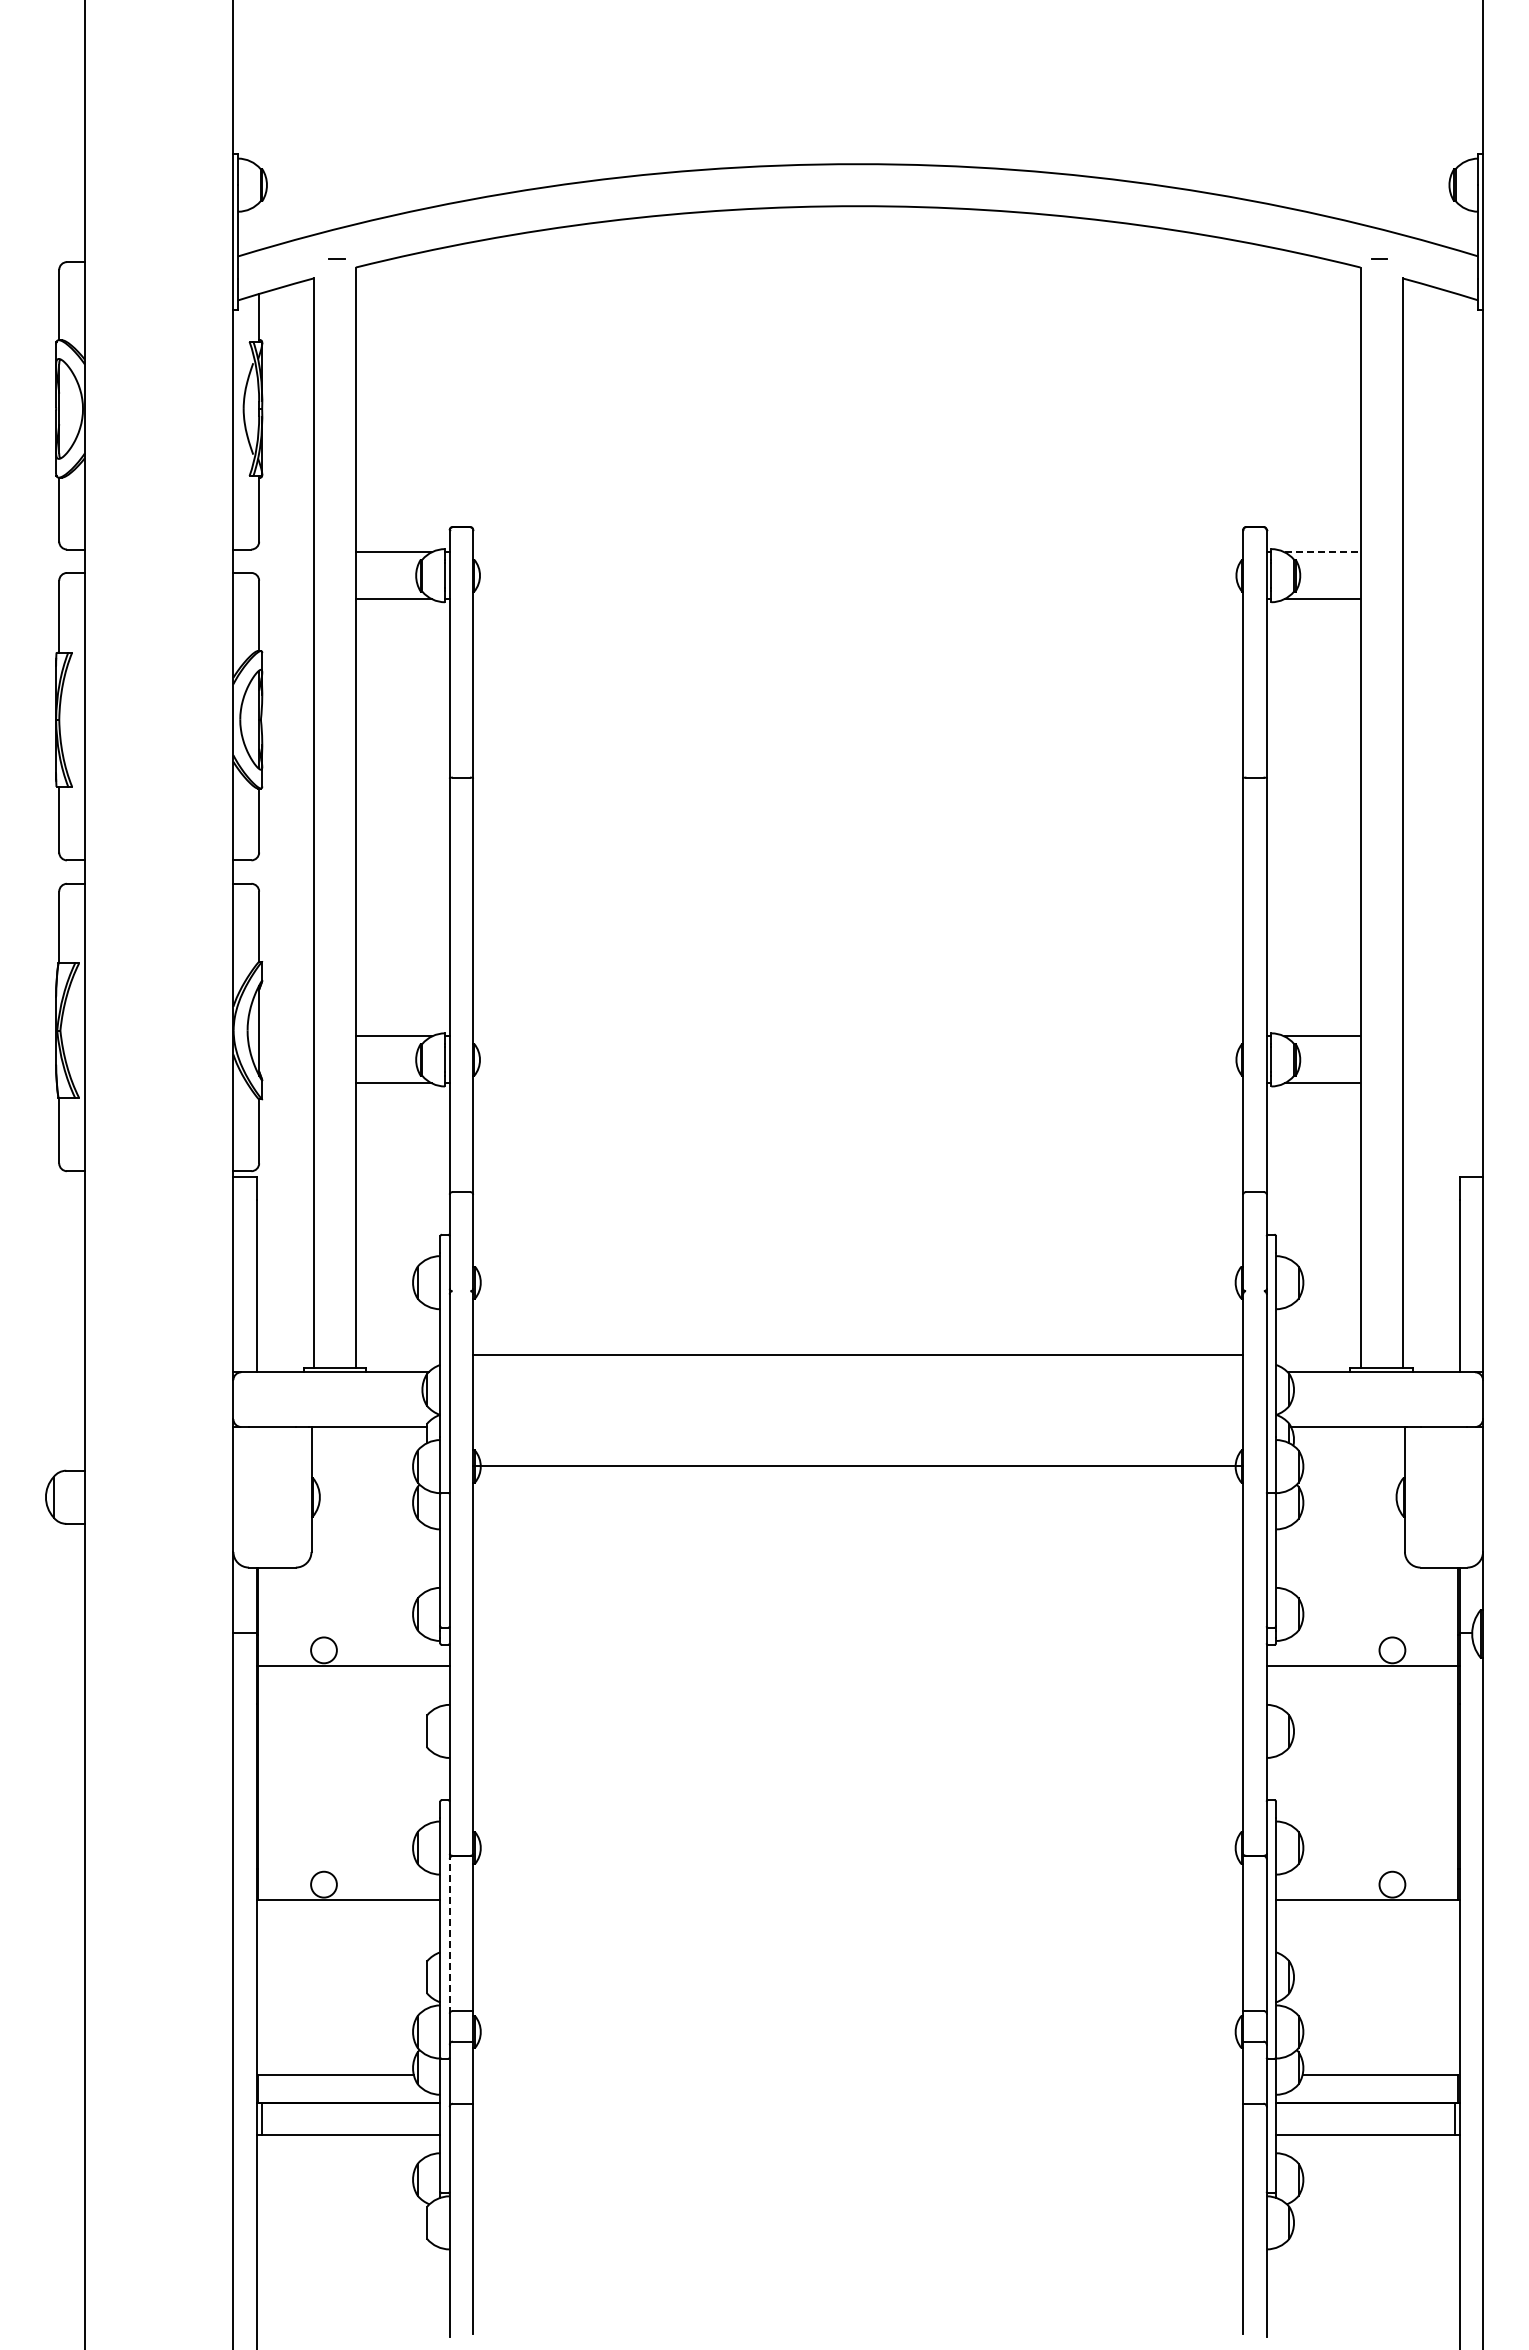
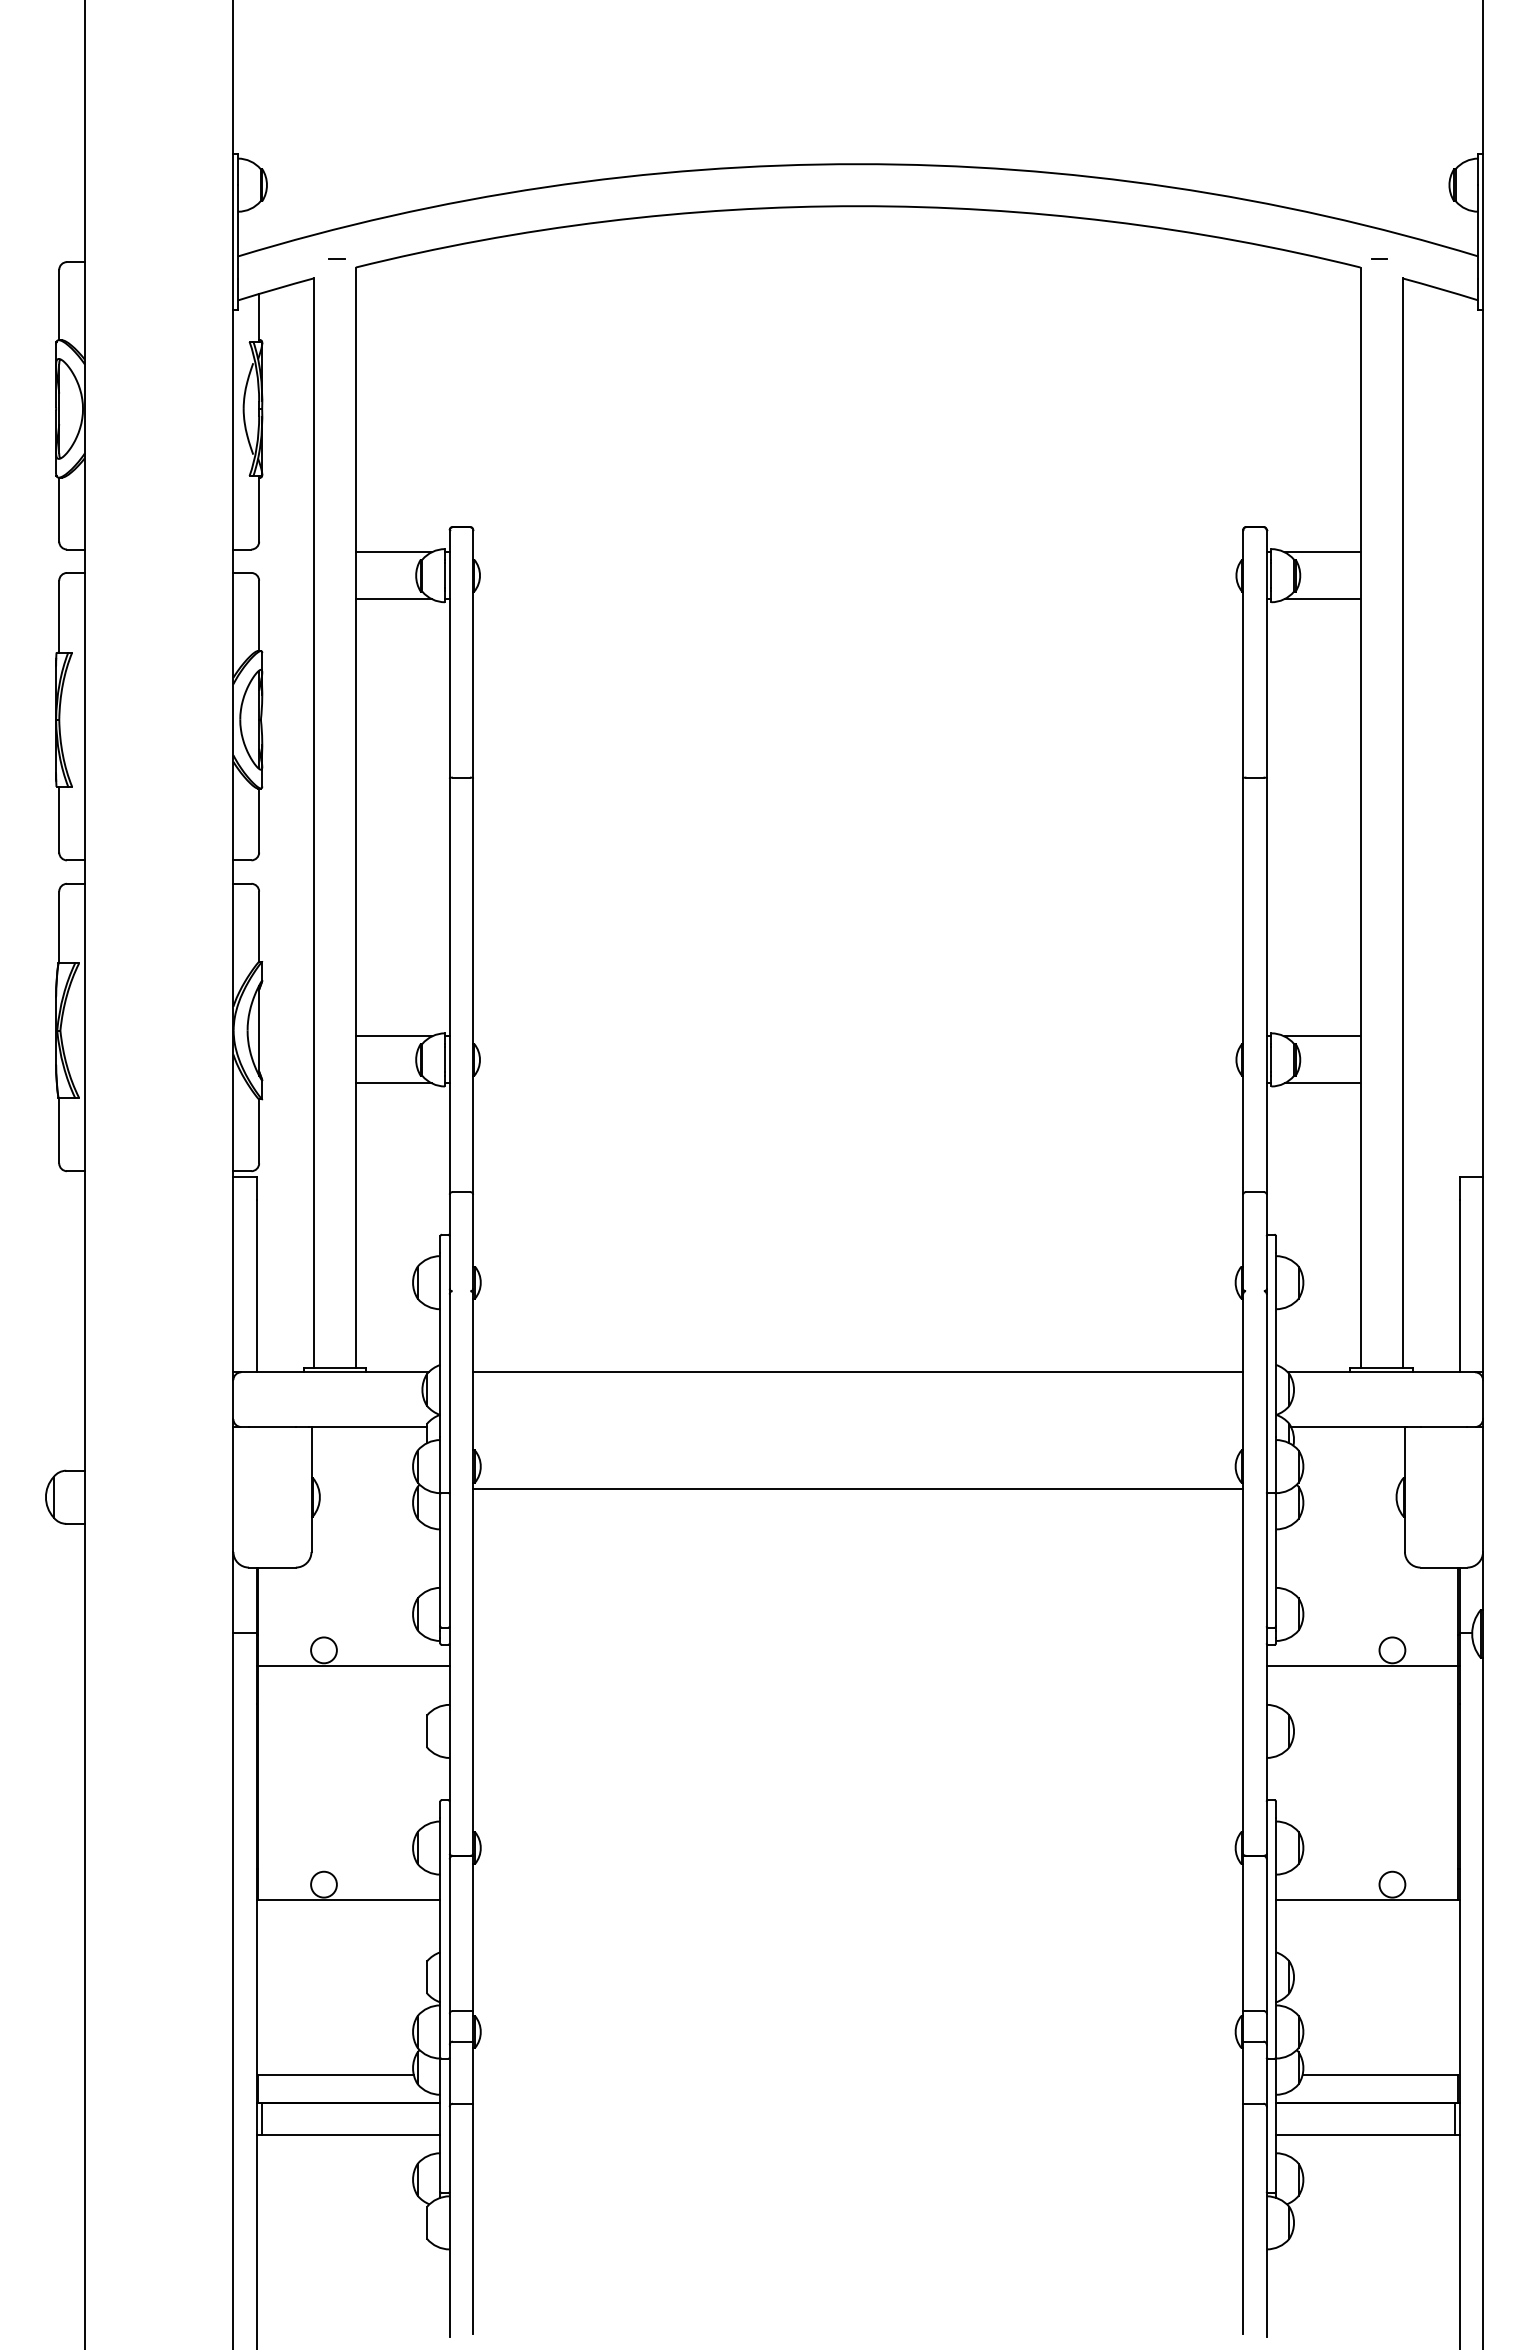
line at (1322, 552): dashed -> solid
line at (858, 1355) position: (858, 1355) -> (858, 1372)
line at (858, 1465) position: (858, 1465) -> (858, 1488)
line at (449, 1935): dashed -> solid
